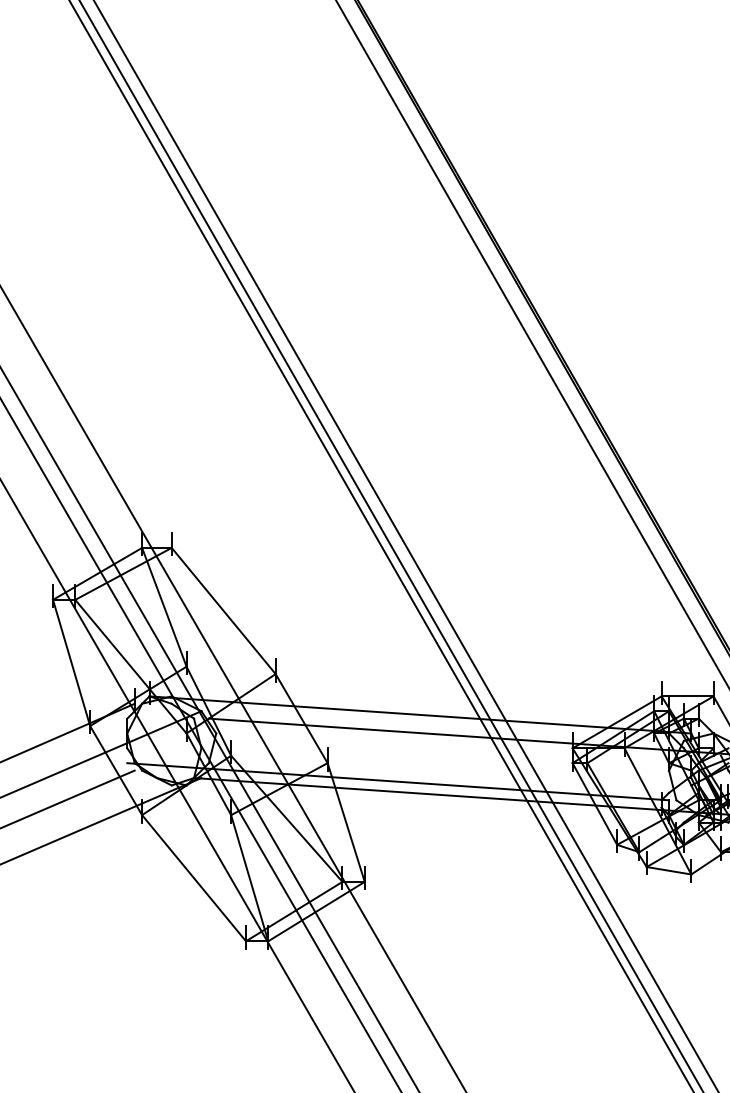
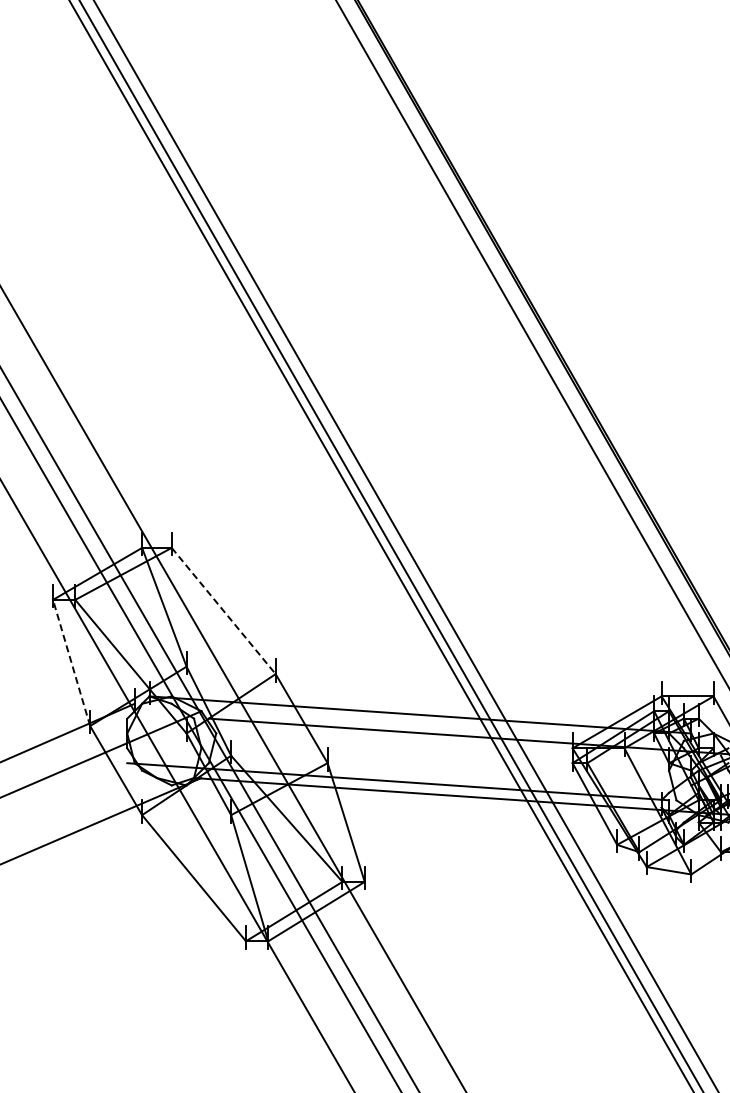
line at (223, 611): solid -> dashed
line at (71, 662): solid -> dashed
line at (68, 798): present -> none
